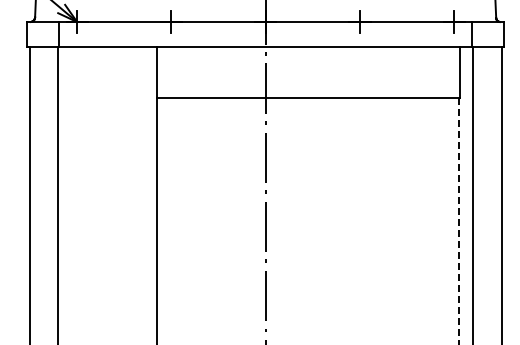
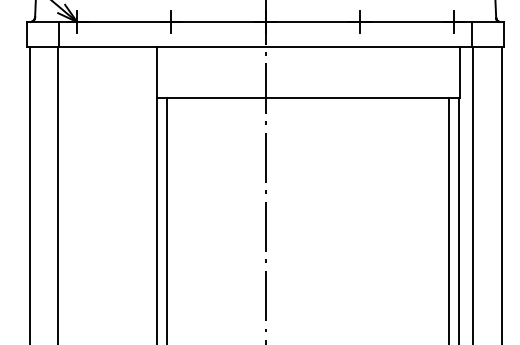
line at (166, 219): none -> present
line at (449, 219): none -> present
line at (458, 221): dashed -> solid
